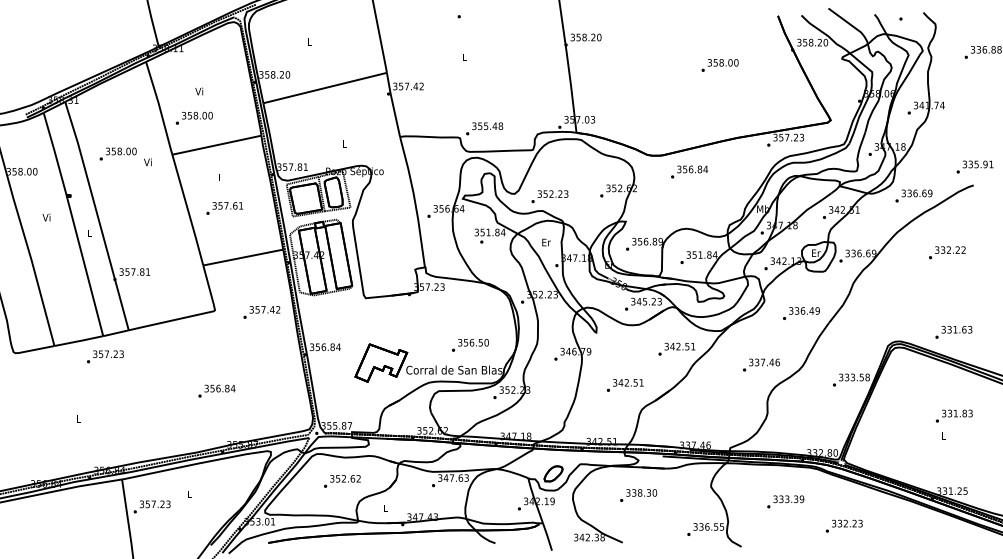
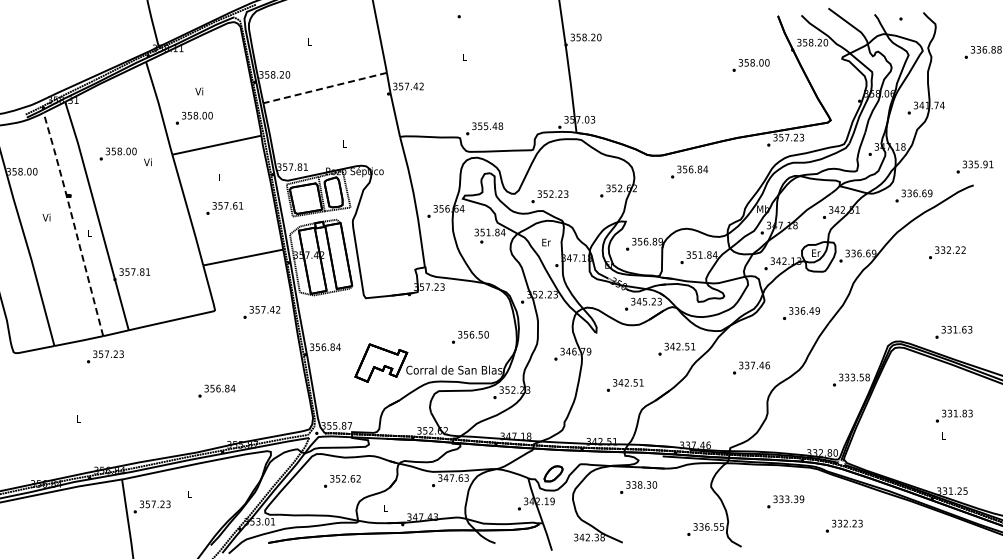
text at (719, 65) position: (719, 65) -> (750, 65)
line at (325, 88): solid -> dashed
line at (73, 222): solid -> dashed
text at (470, 345) position: (470, 345) -> (470, 337)
text at (761, 364) position: (761, 364) -> (751, 367)
text at (638, 495) position: (638, 495) -> (638, 487)
